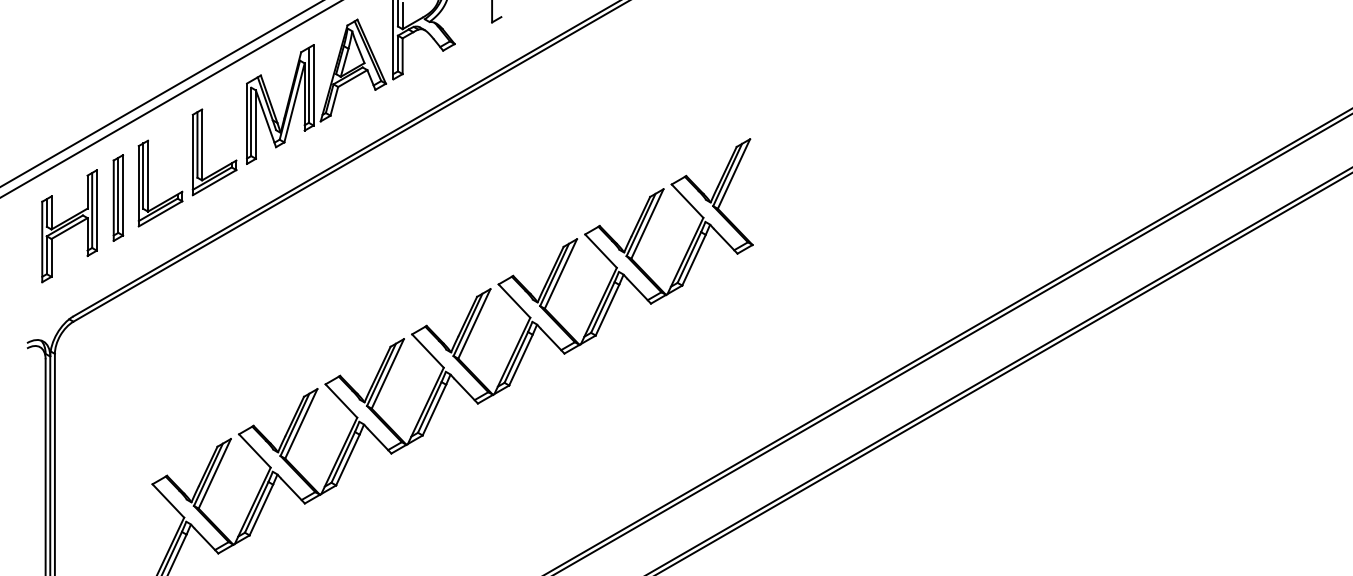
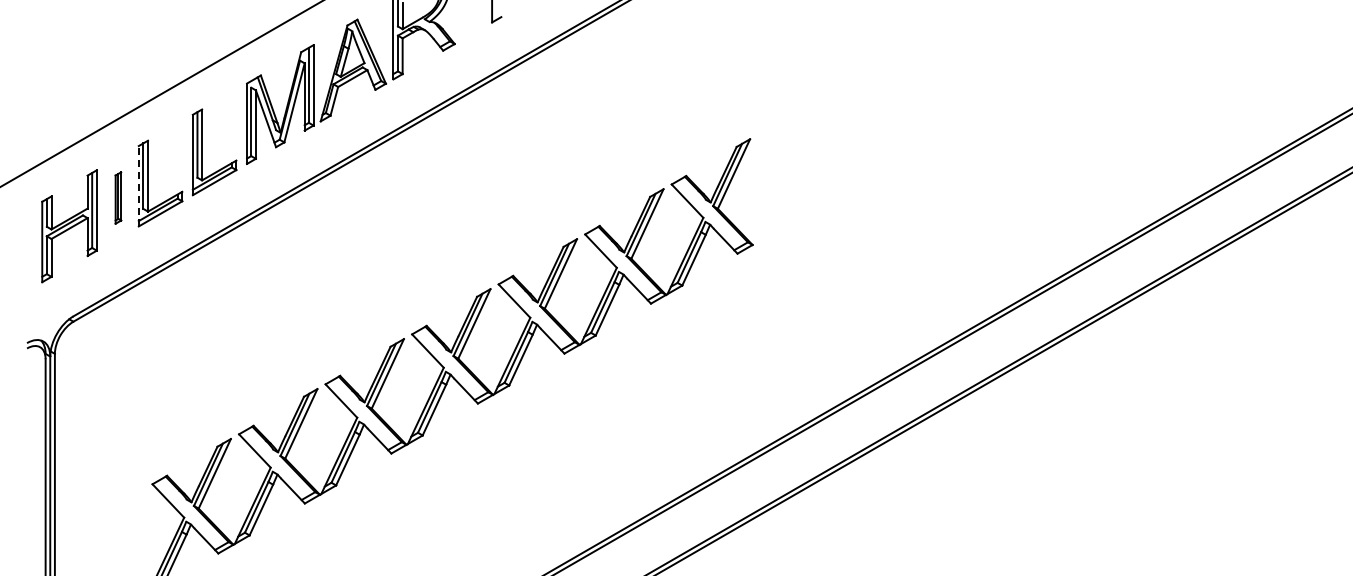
line at (170, 99): present -> none
line at (138, 185): solid -> dashed
part at (118, 197) size: 13x88 px -> 9x54 px
